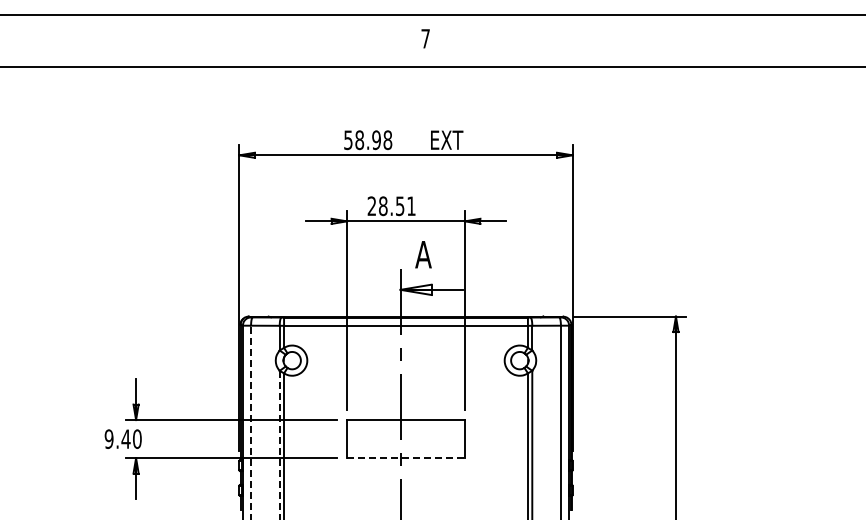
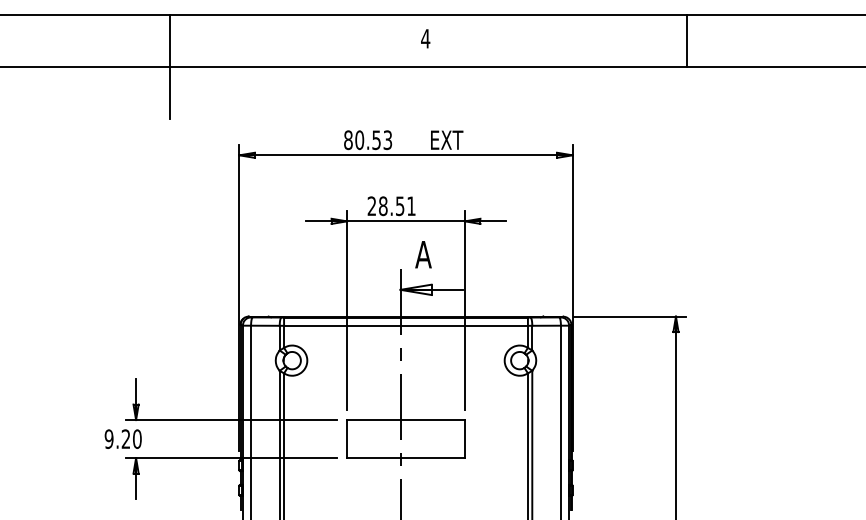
text at (425, 38): 7 -> 4
line at (687, 41): none -> present
line at (170, 66): none -> present
text at (368, 140): 58.98 -> 80.53
line at (251, 422): dashed -> solid
text at (125, 438): 9.40 -> 9.20
line at (279, 445): dashed -> solid
line at (406, 458): dashed -> solid
